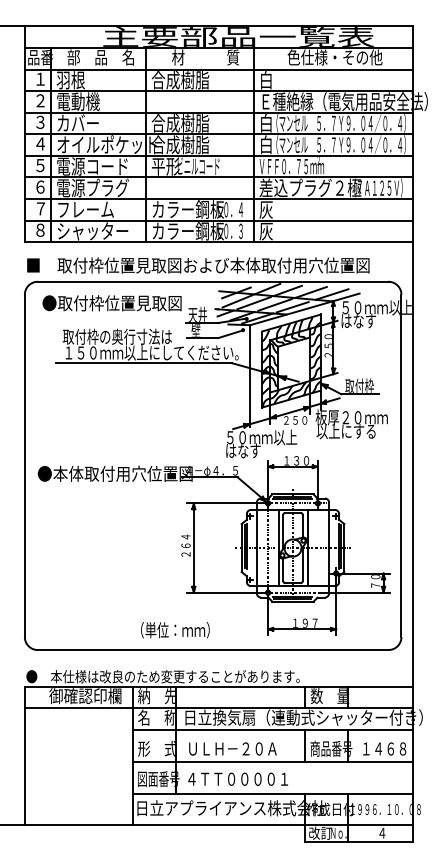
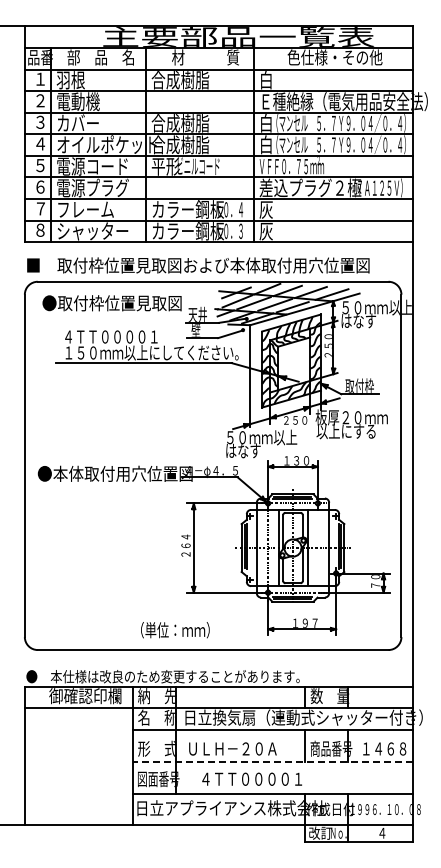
text at (116, 336): 取付枠の奥行寸法は -> ４ＴＴ００００１
line at (272, 762): solid -> dashed
text at (237, 778) position: (237, 778) -> (251, 778)
